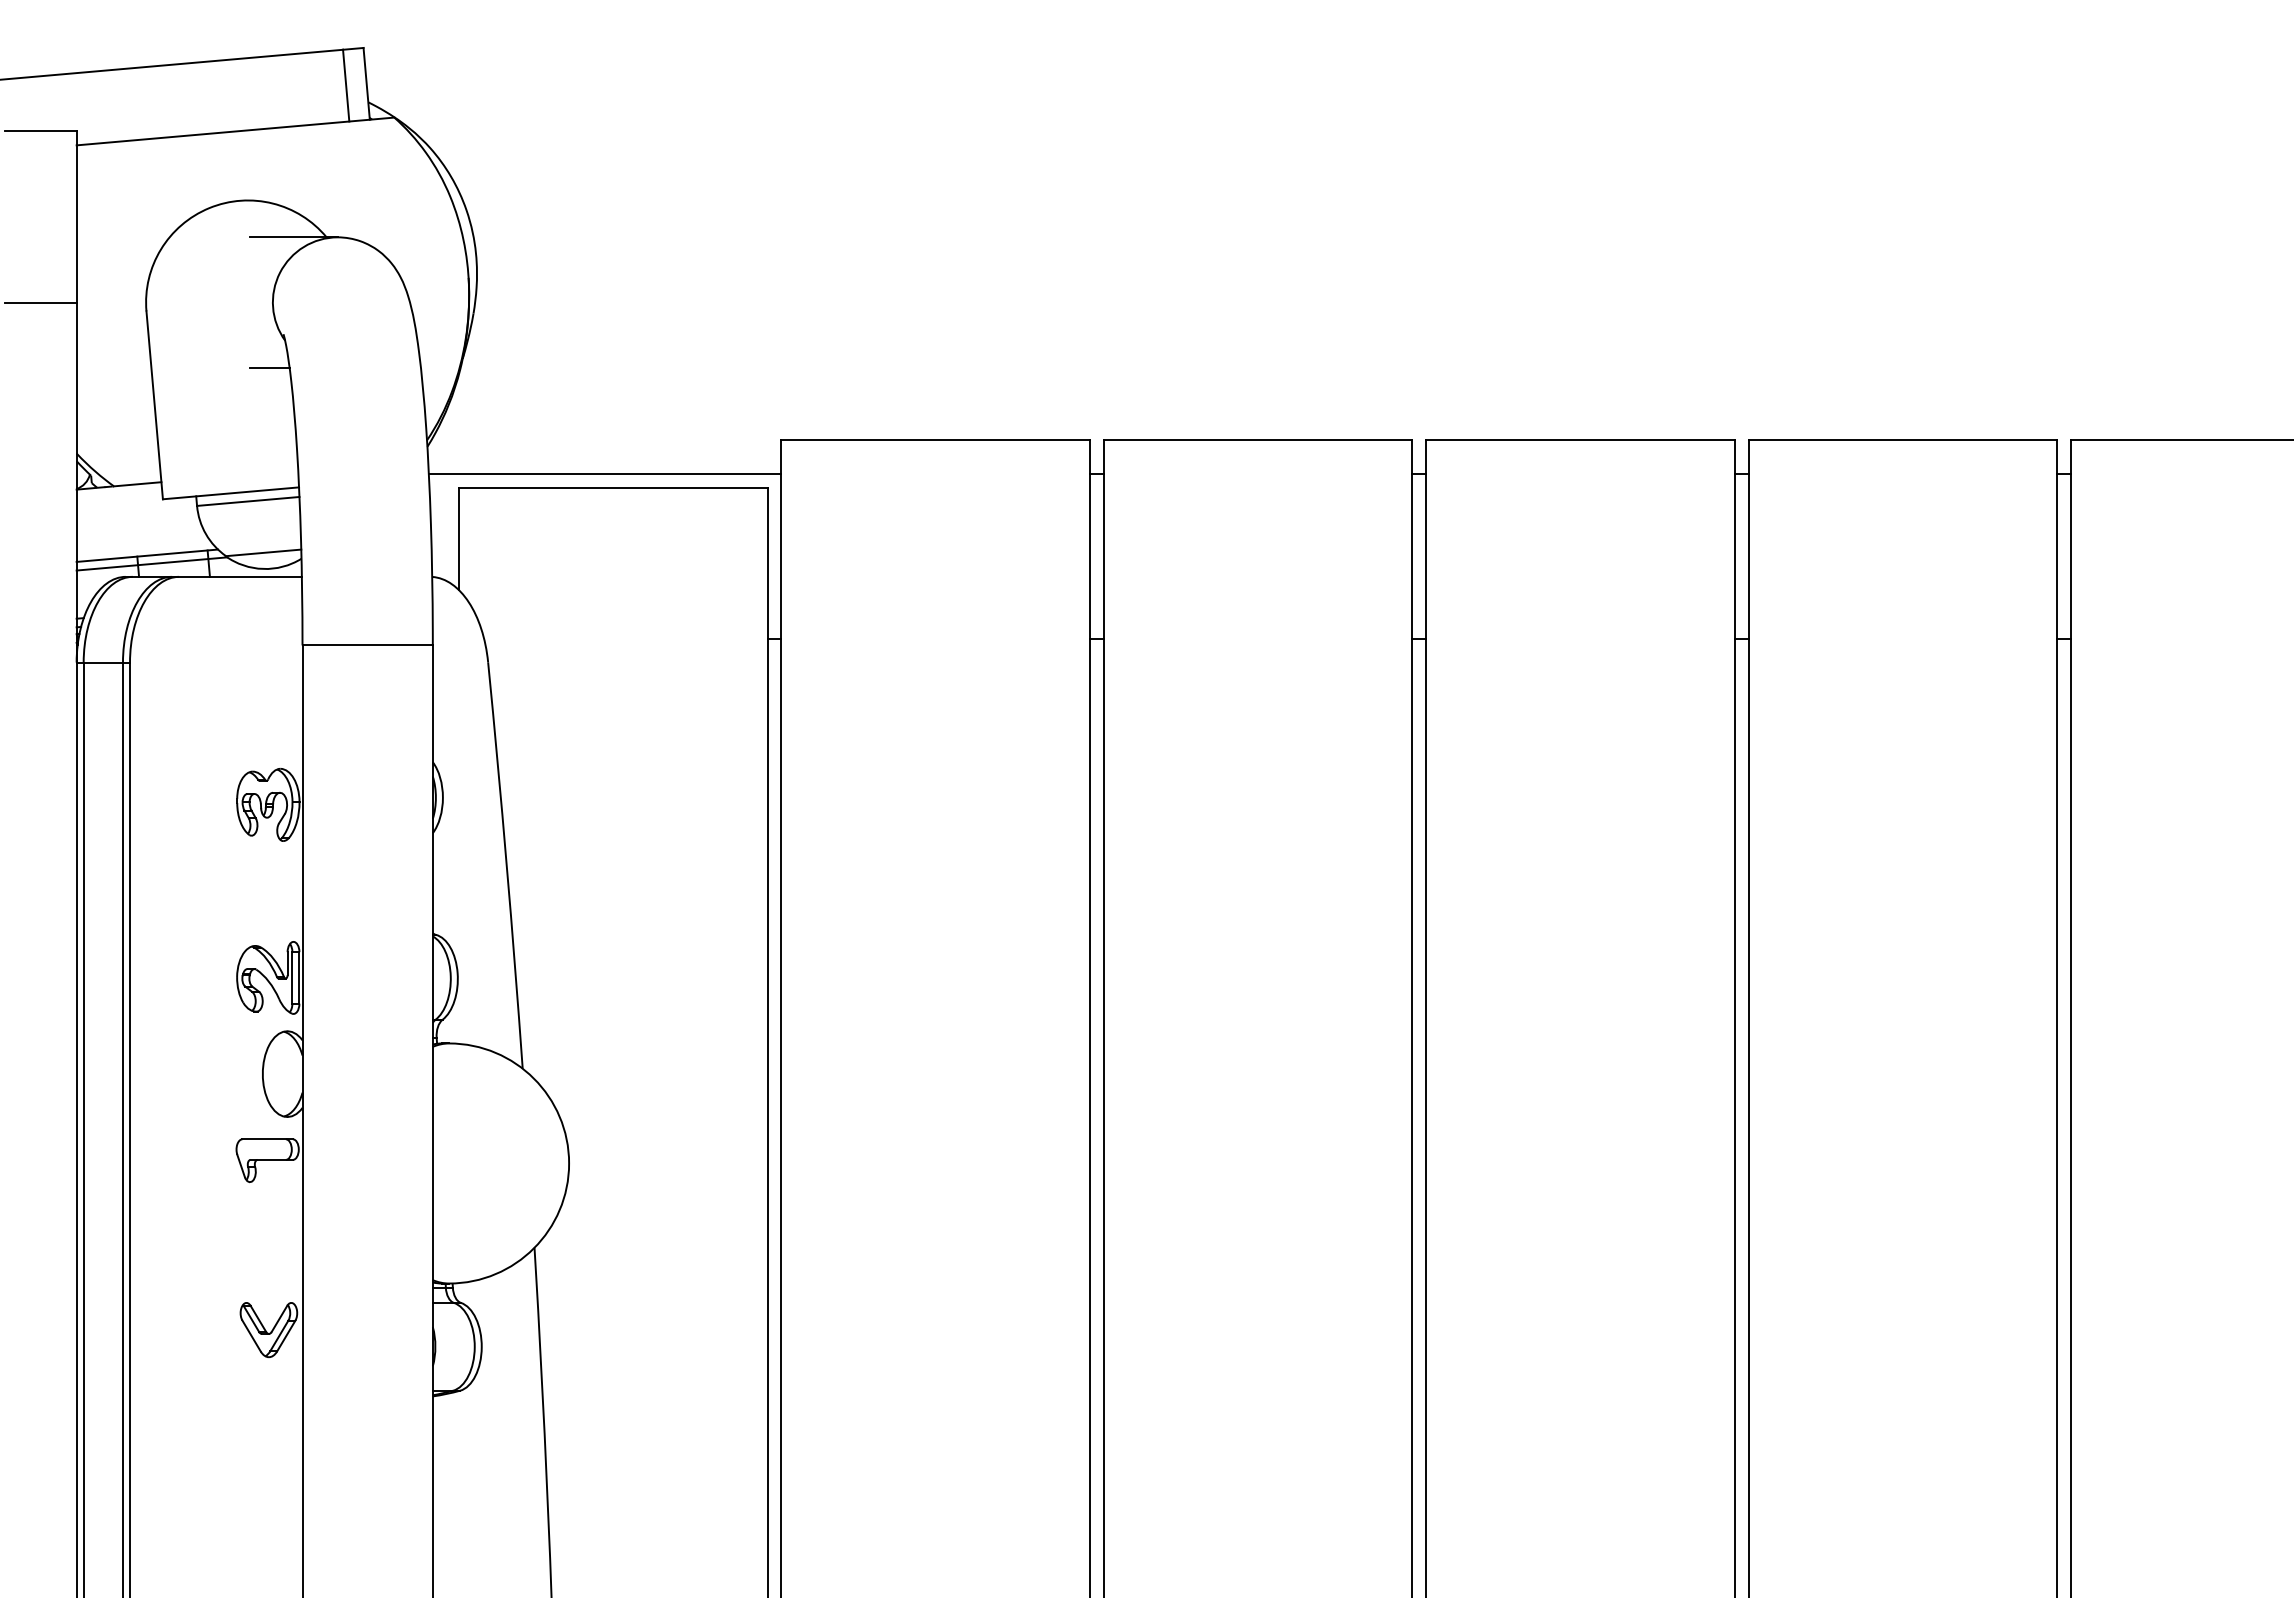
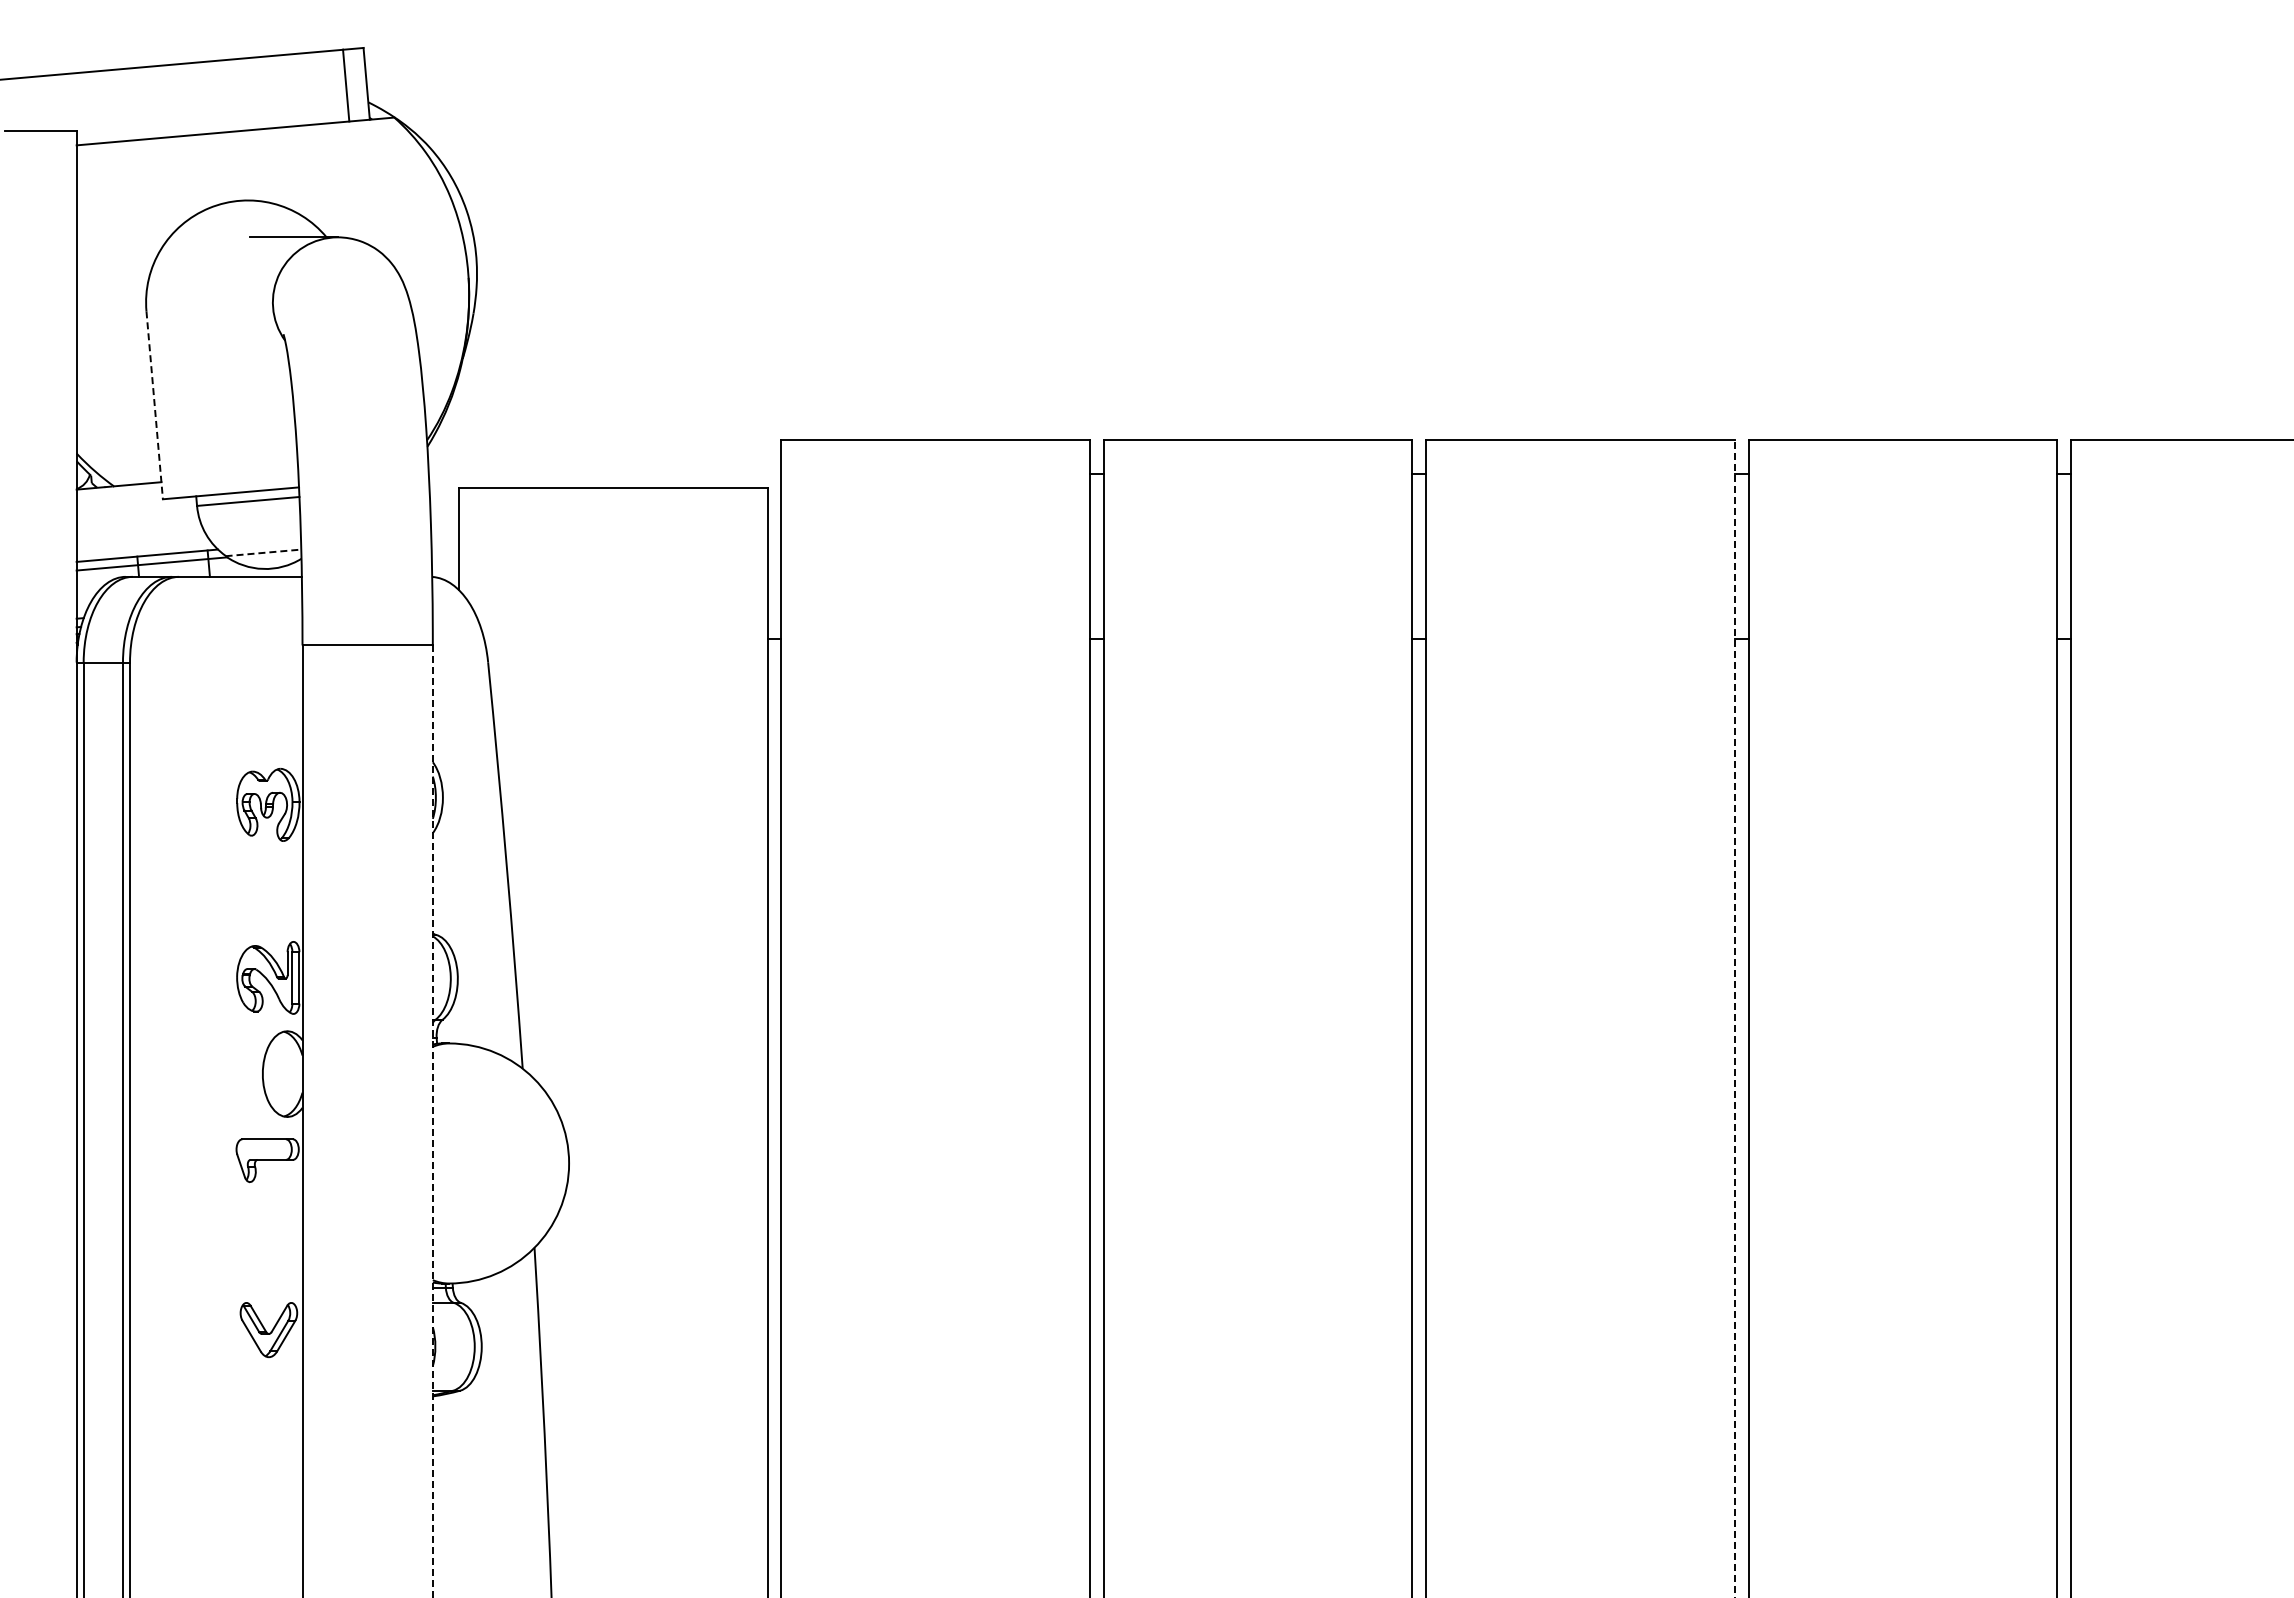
line at (40, 302): present -> none
line at (269, 367): present -> none
line at (154, 405): solid -> dashed
line at (604, 473): present -> none
line at (263, 552): solid -> dashed
line at (1734, 1018): solid -> dashed
line at (432, 1121): solid -> dashed
